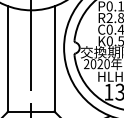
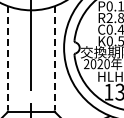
line at (8, 58): solid -> dashed
line at (54, 58): solid -> dashed
